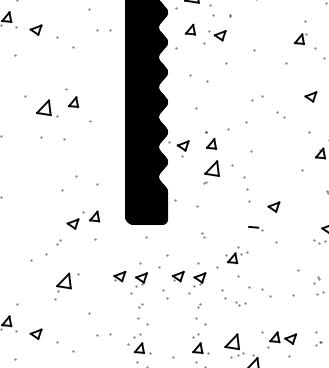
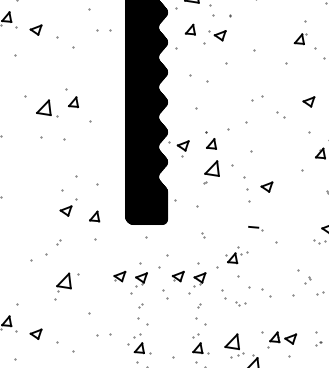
part at (310, 96) position: (310, 96) -> (308, 101)
part at (273, 206) position: (273, 206) -> (266, 186)
part at (75, 220) position: (75, 220) -> (68, 207)
part at (316, 280) position: (316, 280) -> (307, 280)
